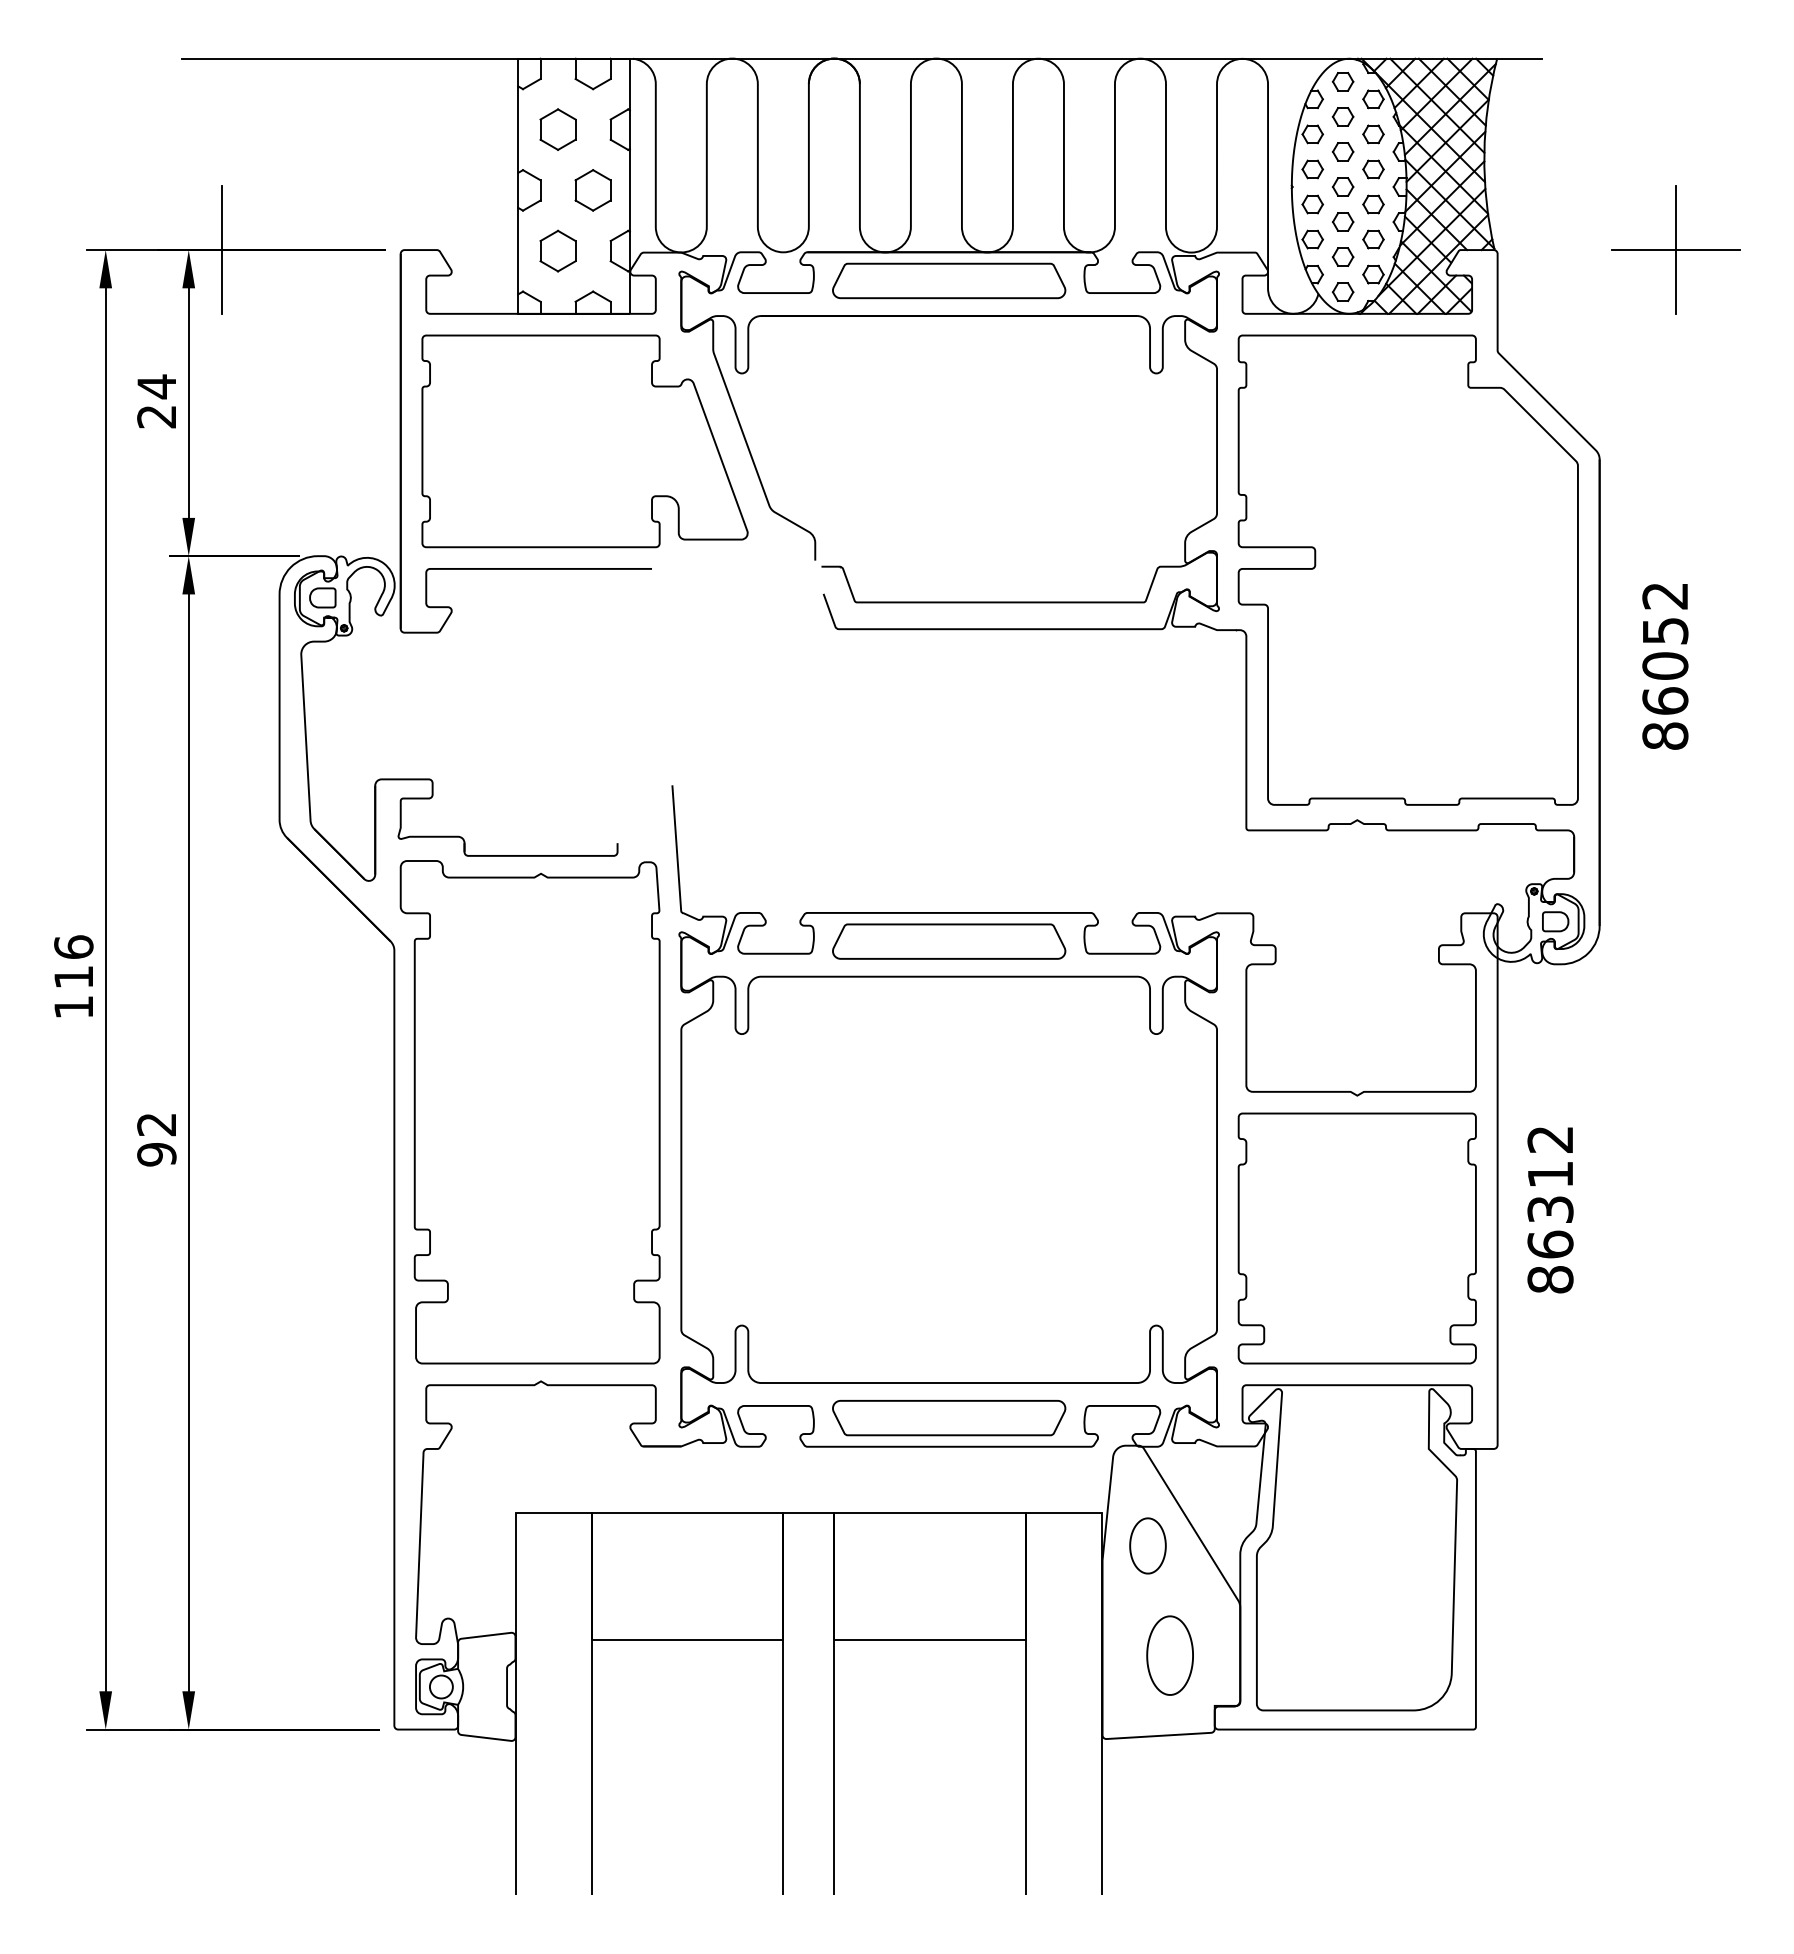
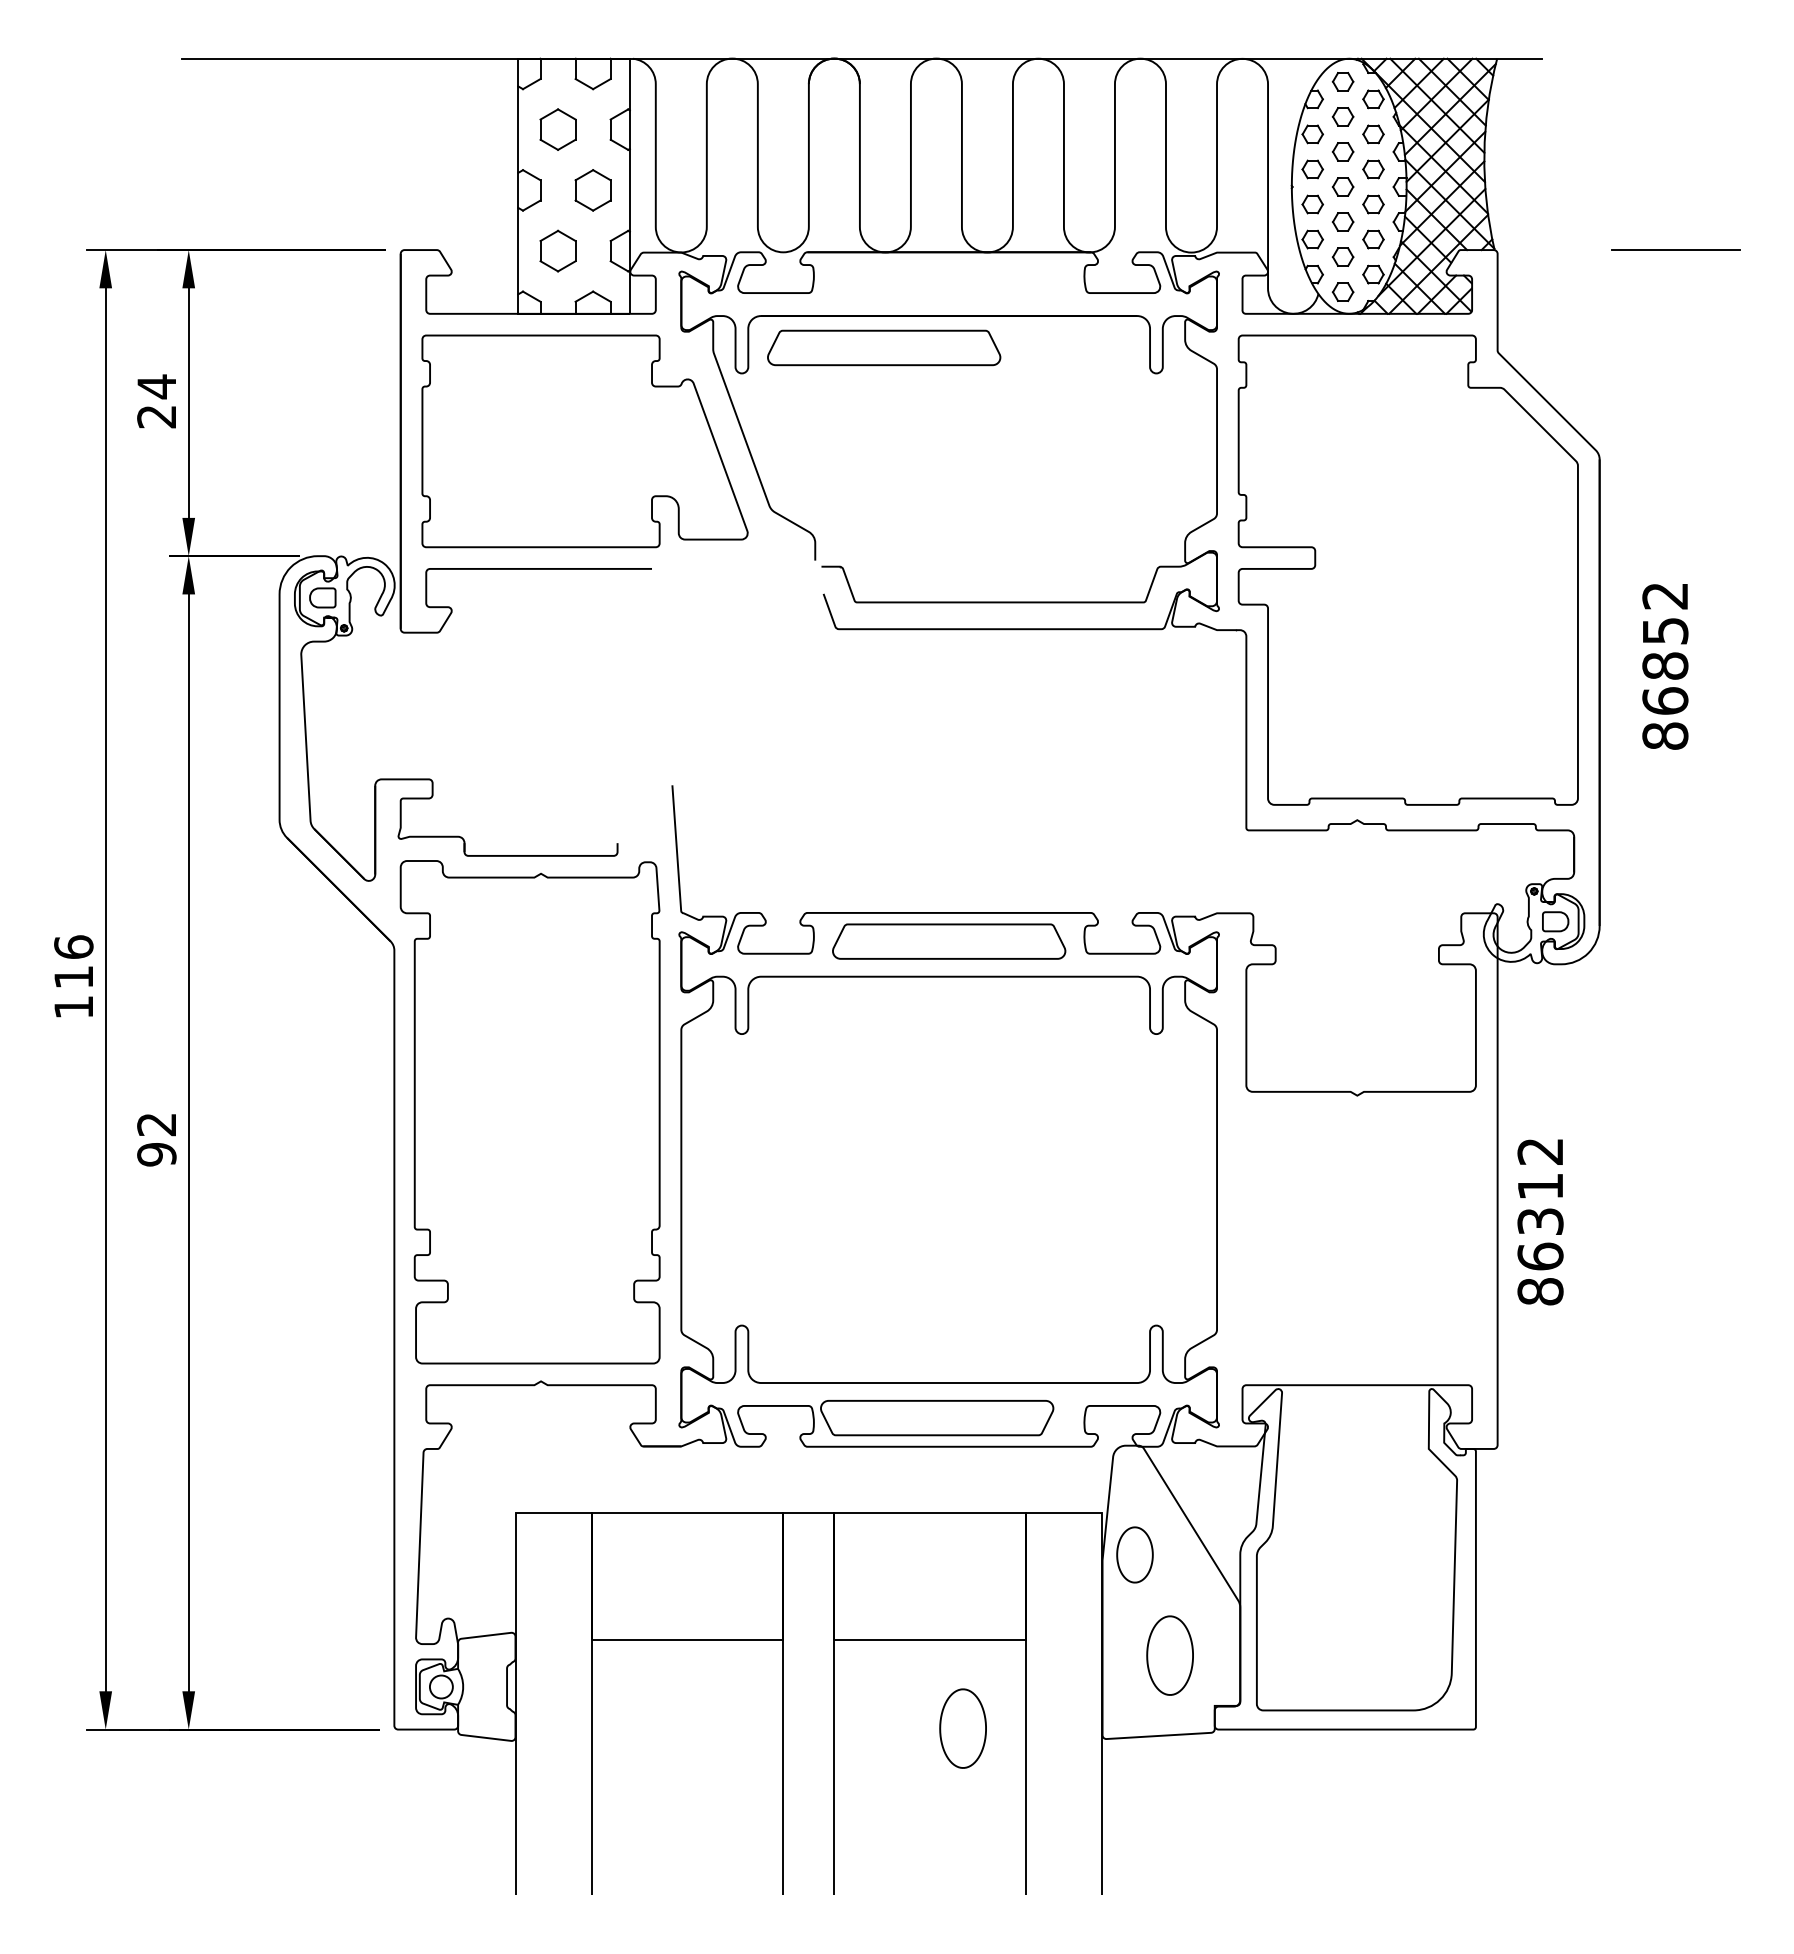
line at (222, 249): present -> none
line at (1676, 249): present -> none
part at (949, 280) position: (949, 280) -> (884, 347)
text at (1665, 665): 86052 -> 86852
text at (1550, 1210) position: (1550, 1210) -> (1540, 1222)
part at (1356, 1238): present -> none
part at (949, 1418) position: (949, 1418) -> (937, 1418)
part at (1147, 1545) position: (1147, 1545) -> (1134, 1554)
part at (962, 1728): none -> present
